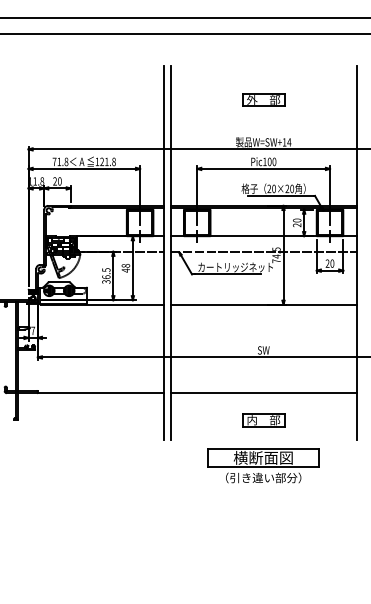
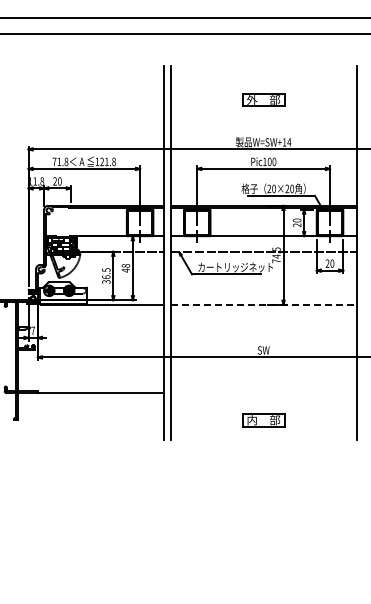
line at (263, 304): solid -> dashed
line at (263, 393): present -> none
part at (263, 465): present -> none
